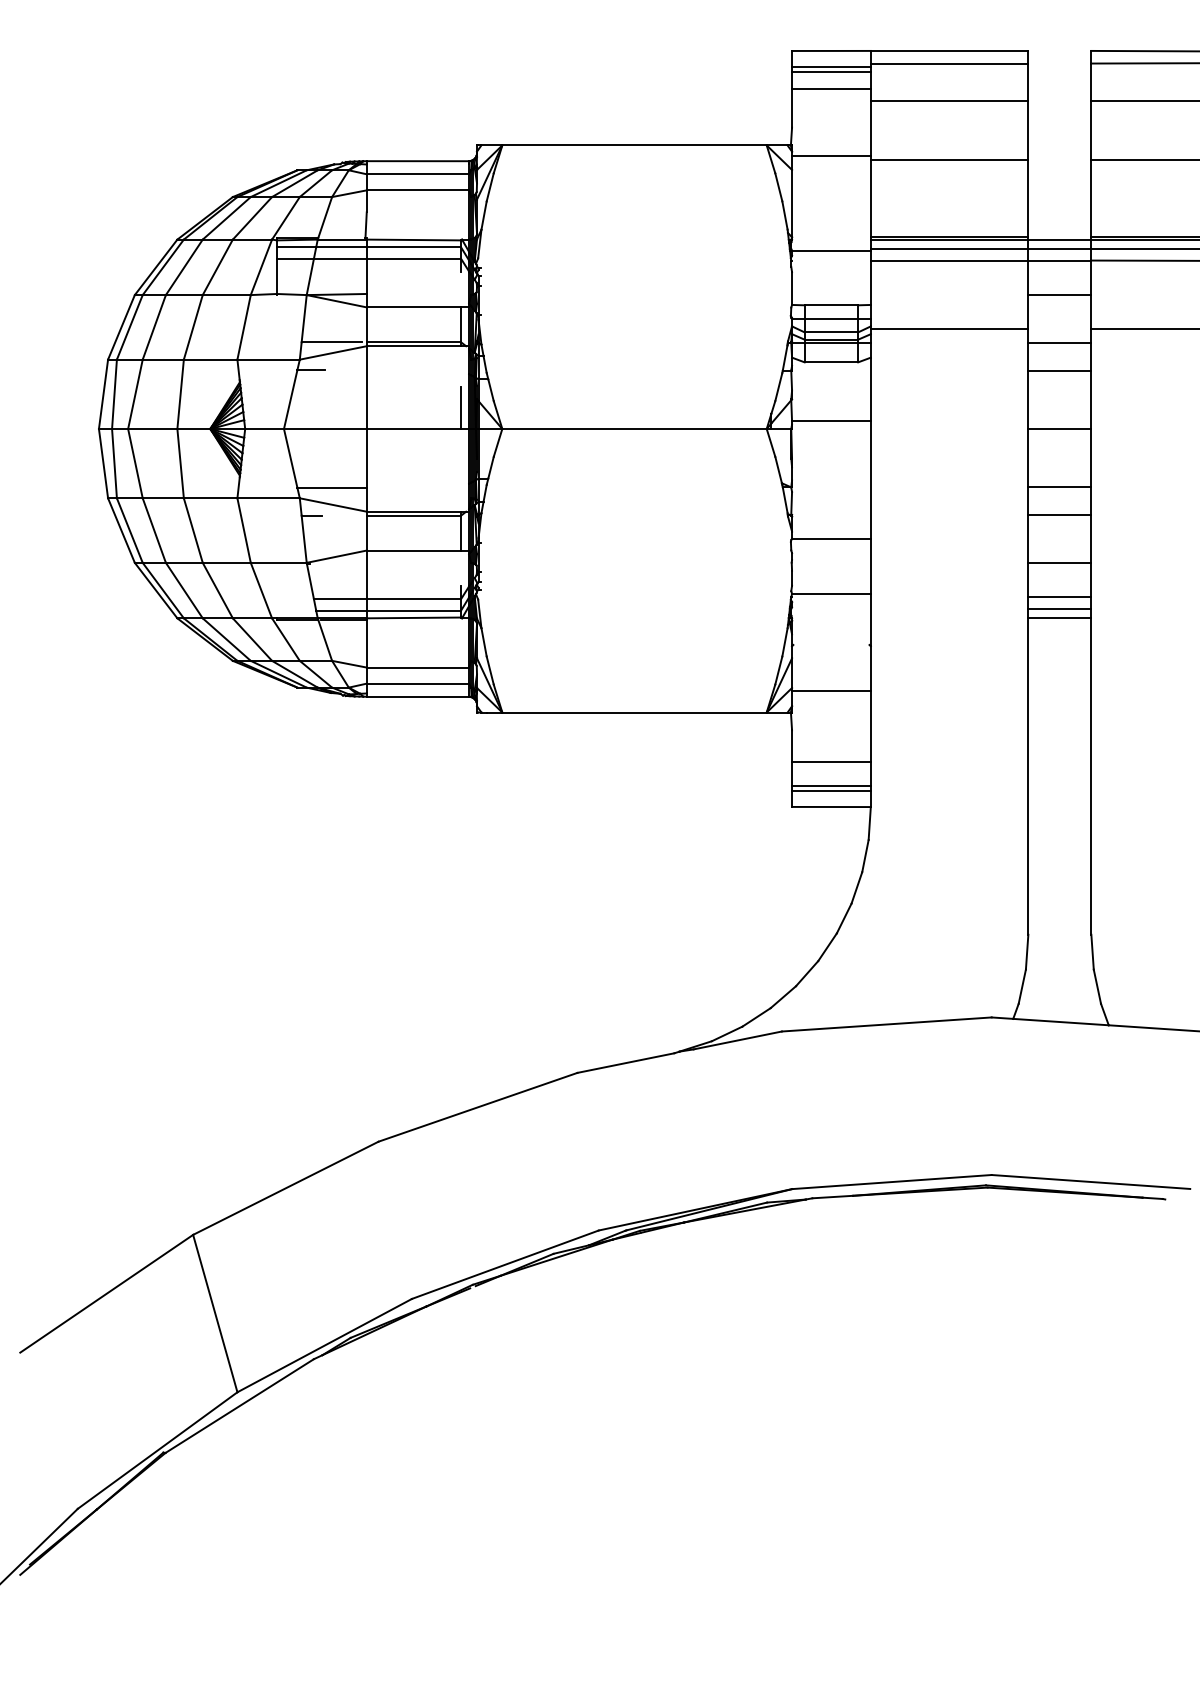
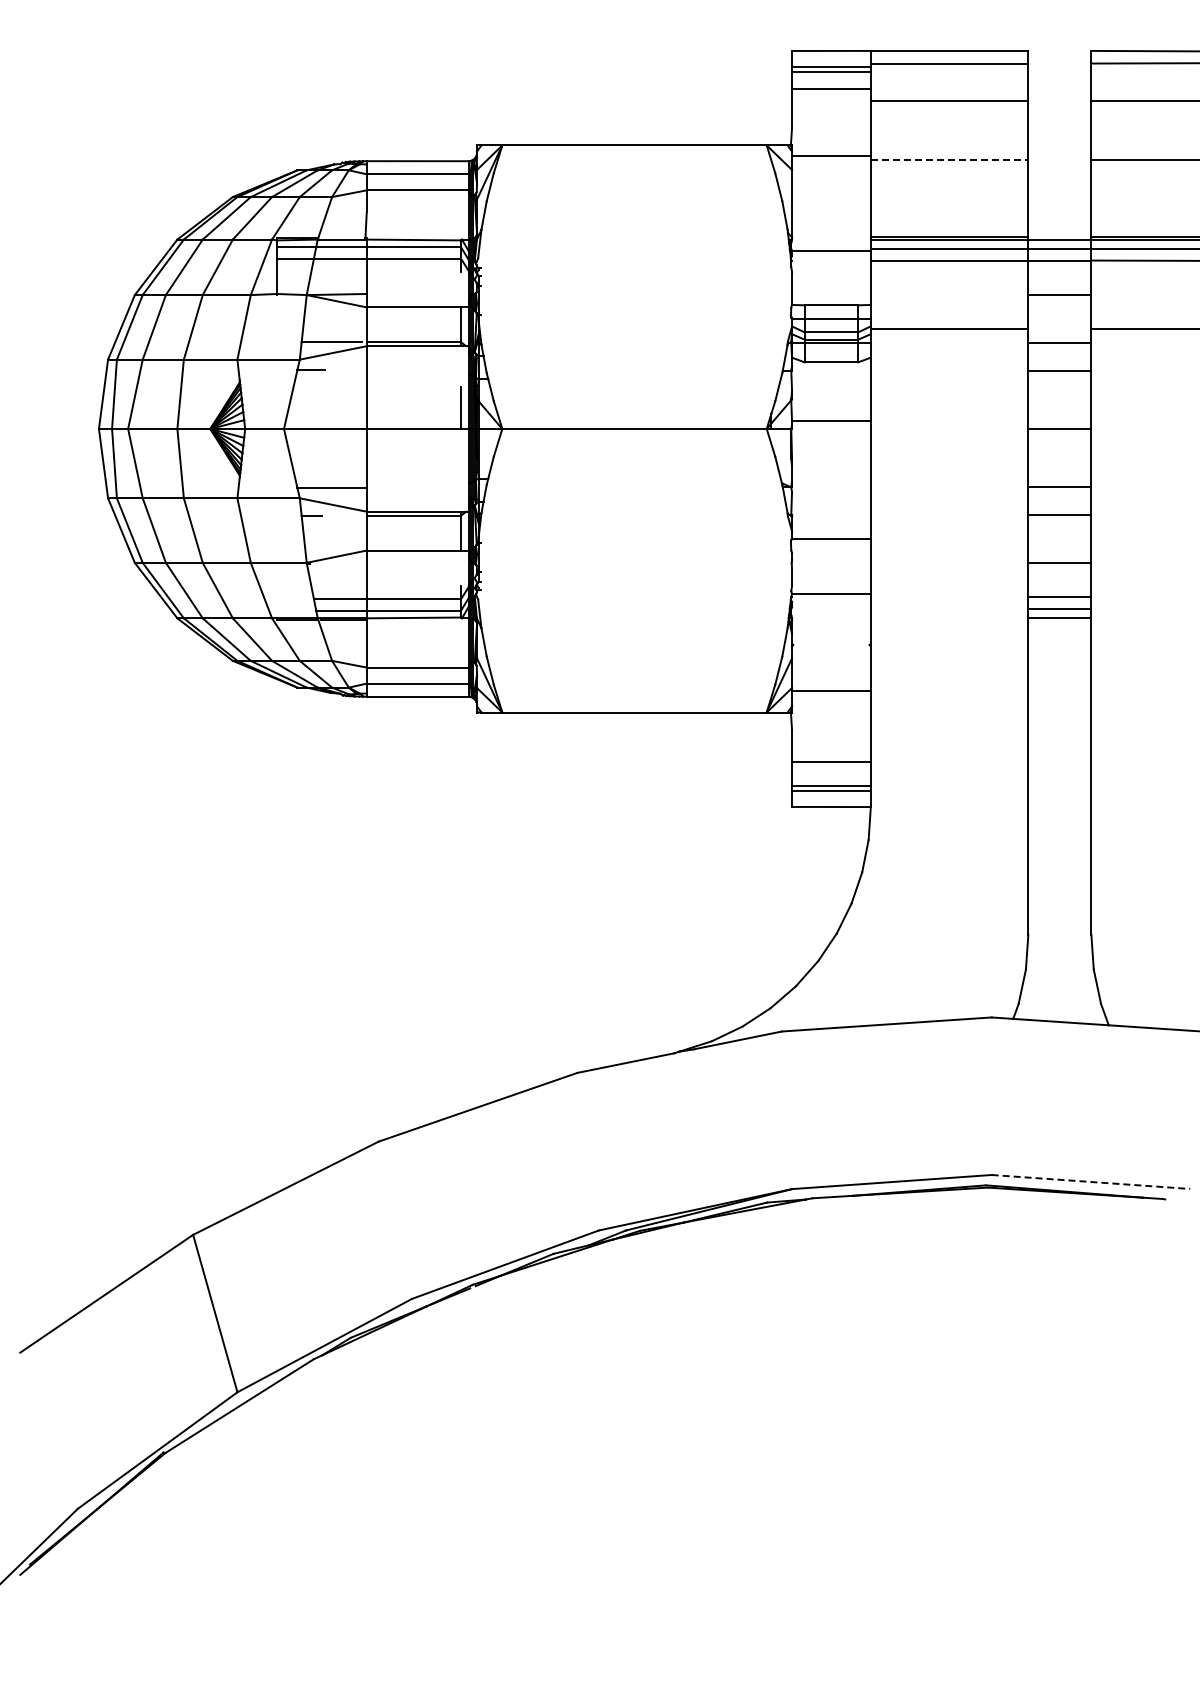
line at (949, 159): solid -> dashed
line at (1090, 1181): solid -> dashed
